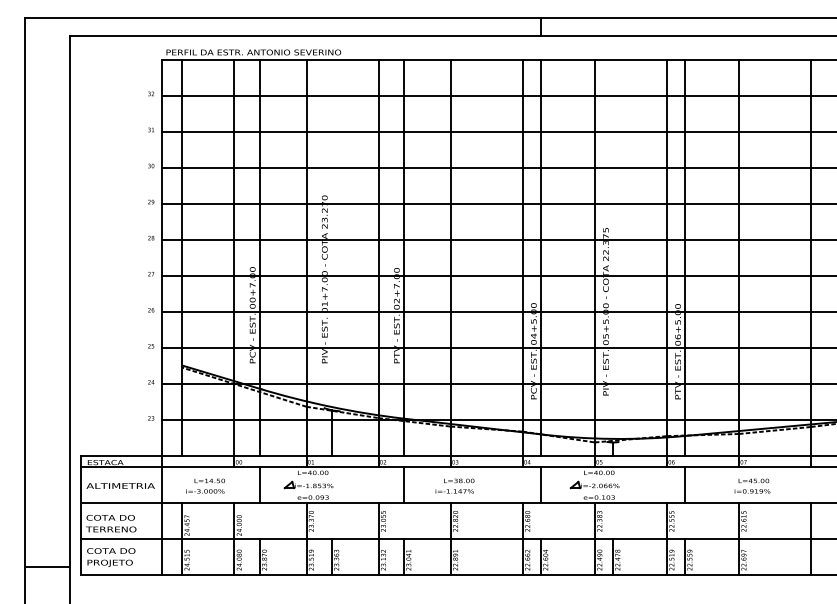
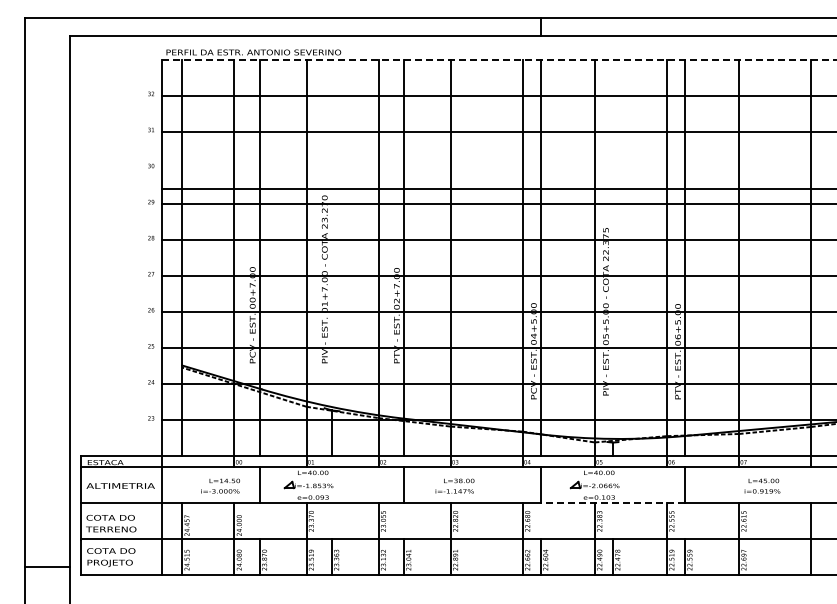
line at (499, 59): solid -> dashed
line at (497, 167) position: (497, 167) -> (497, 188)
text at (205, 485) position: (205, 485) -> (220, 485)
text at (752, 485) position: (752, 485) -> (762, 485)
line at (612, 503): solid -> dashed
